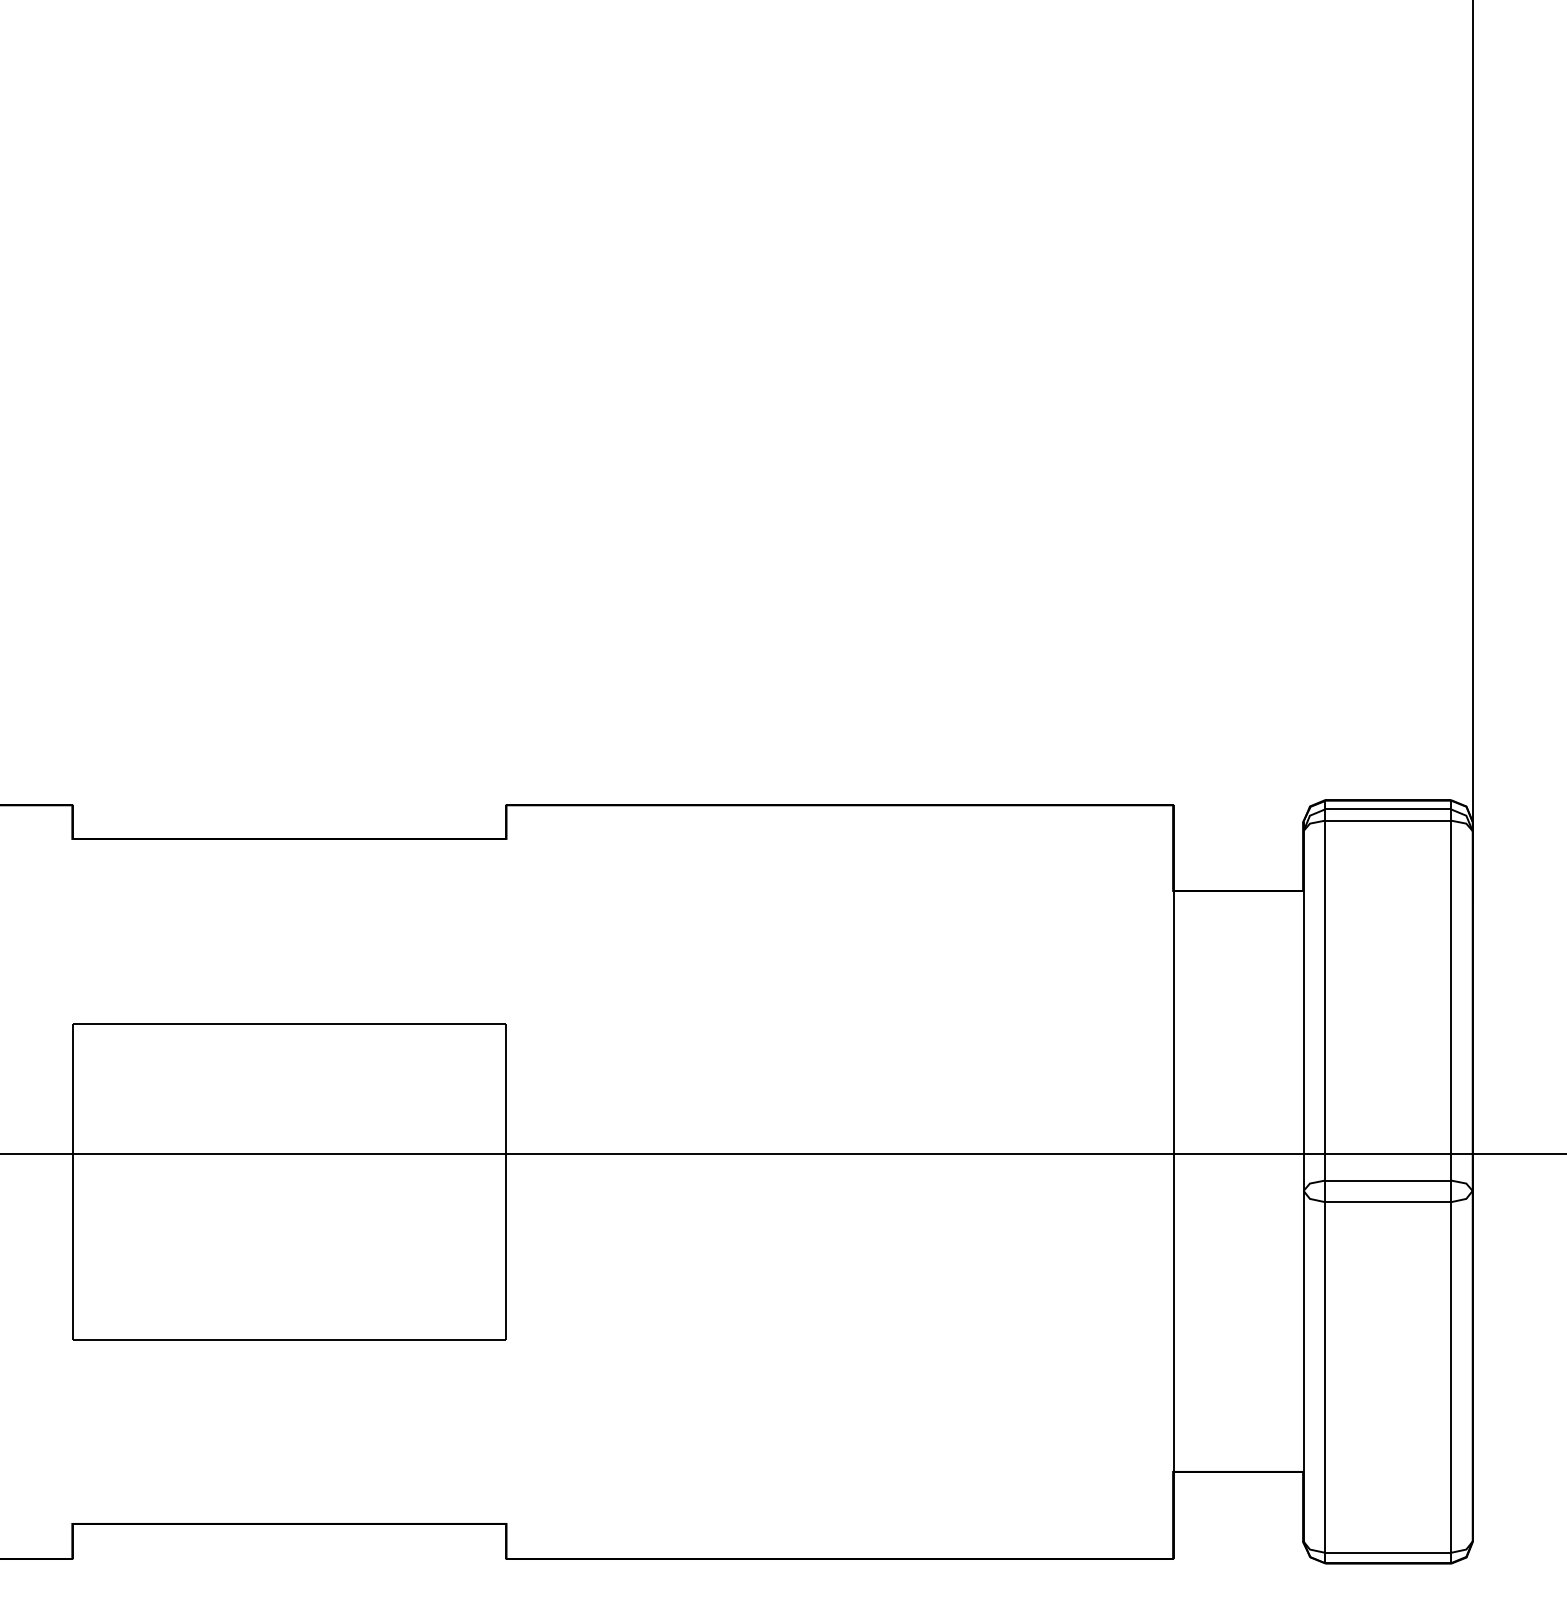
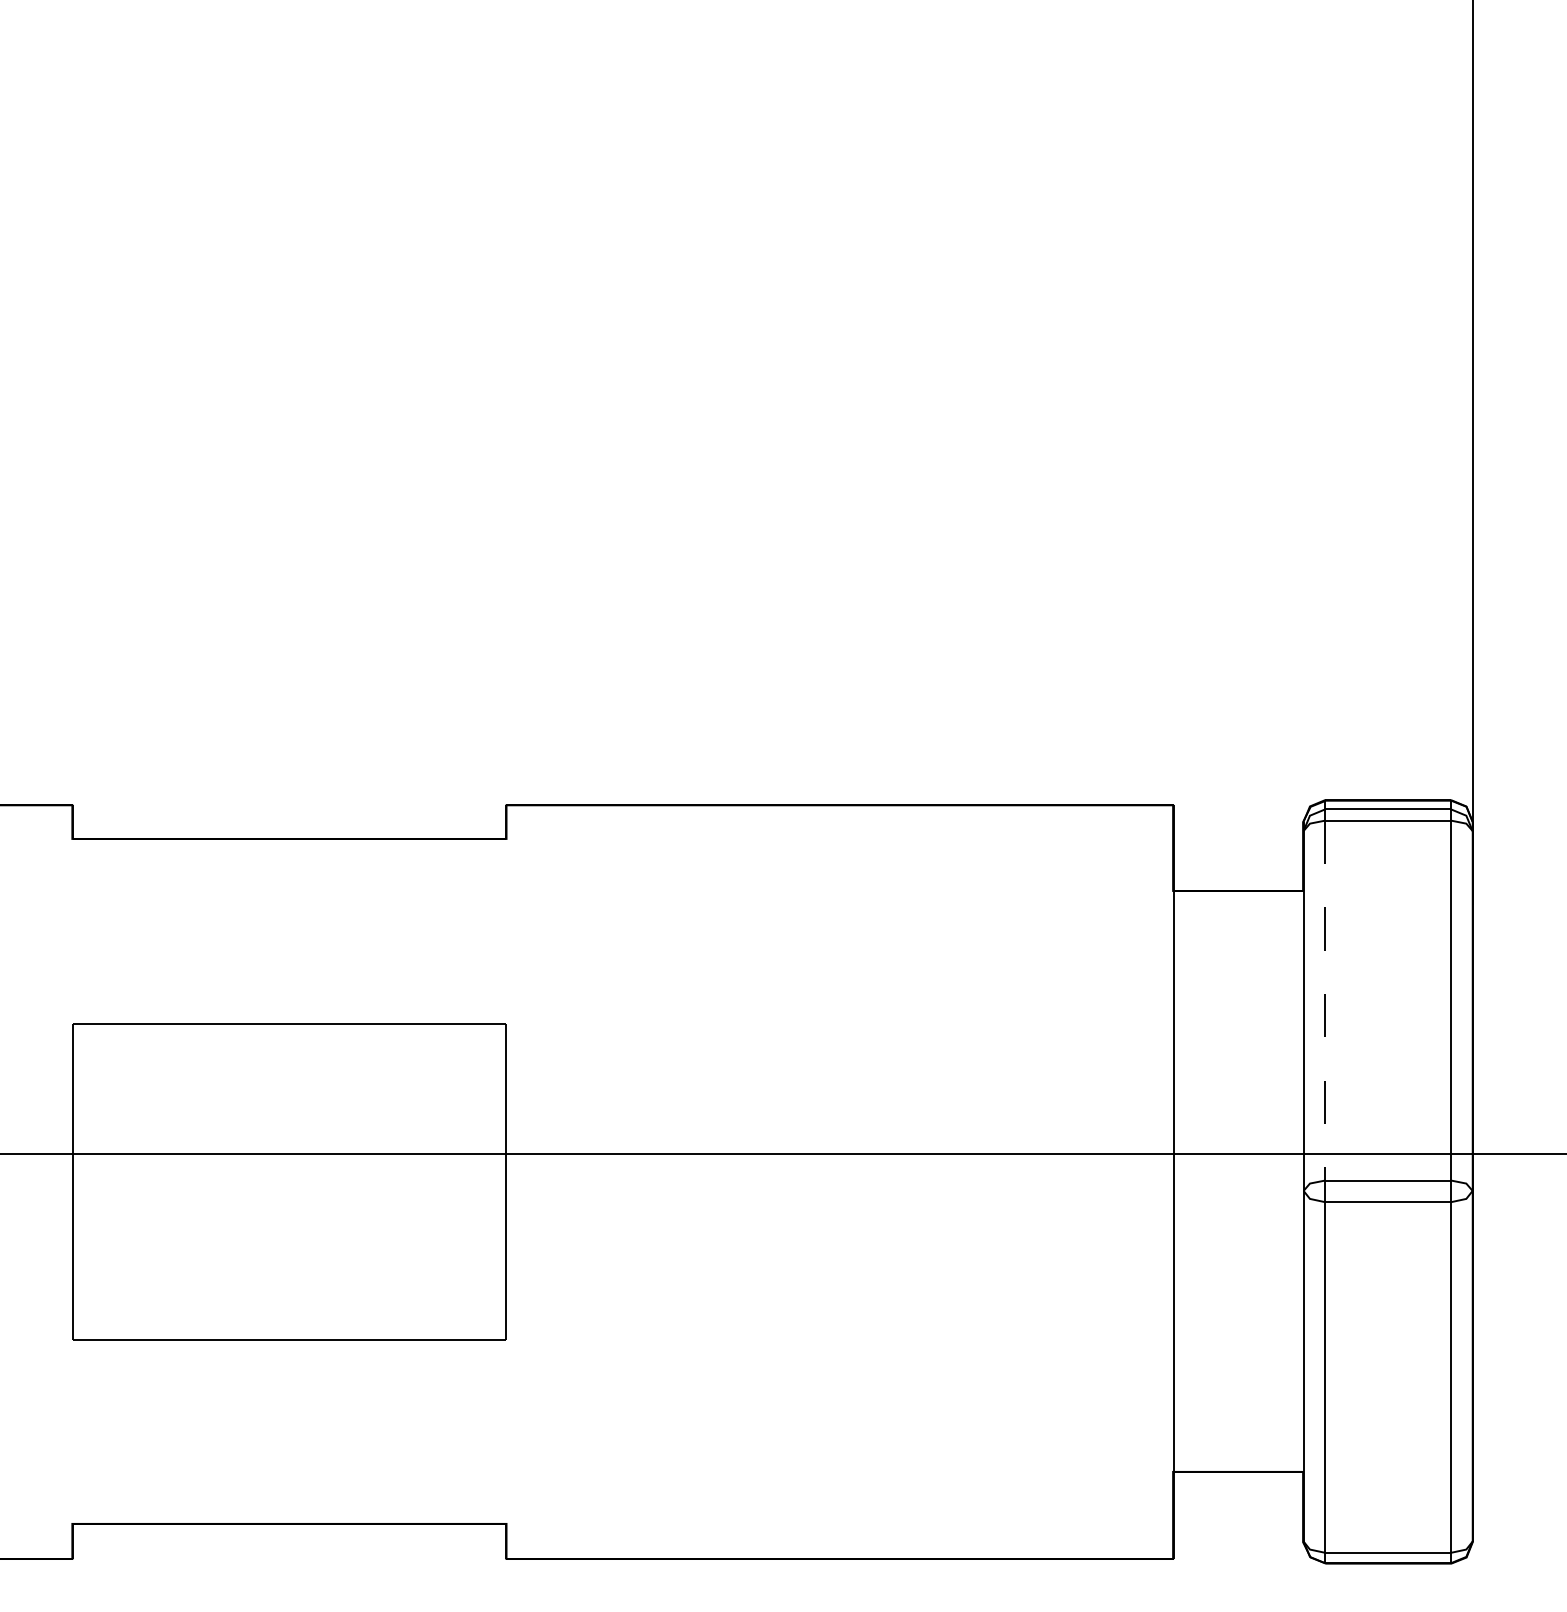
line at (1325, 1000): solid -> dashed
